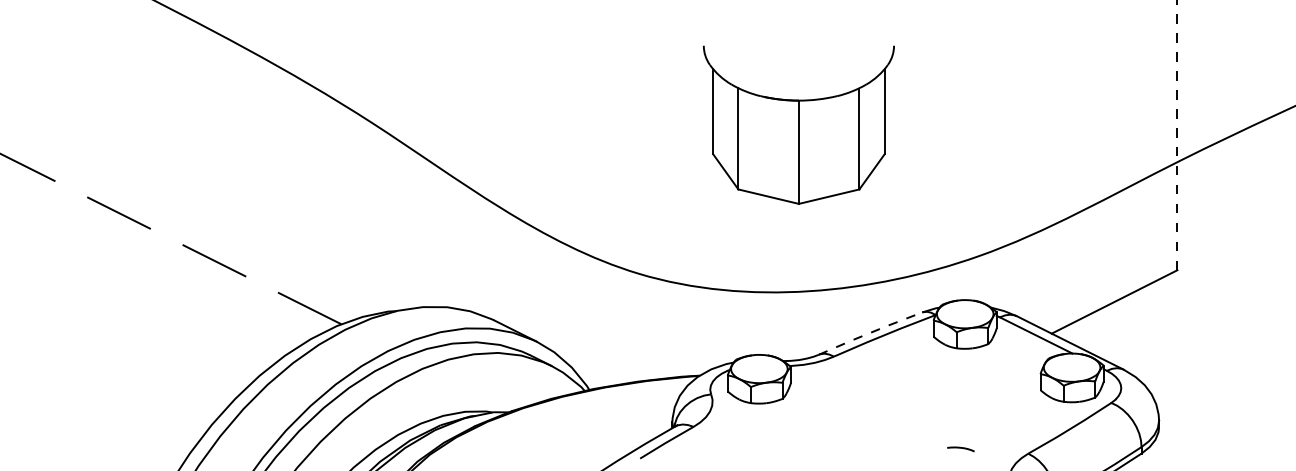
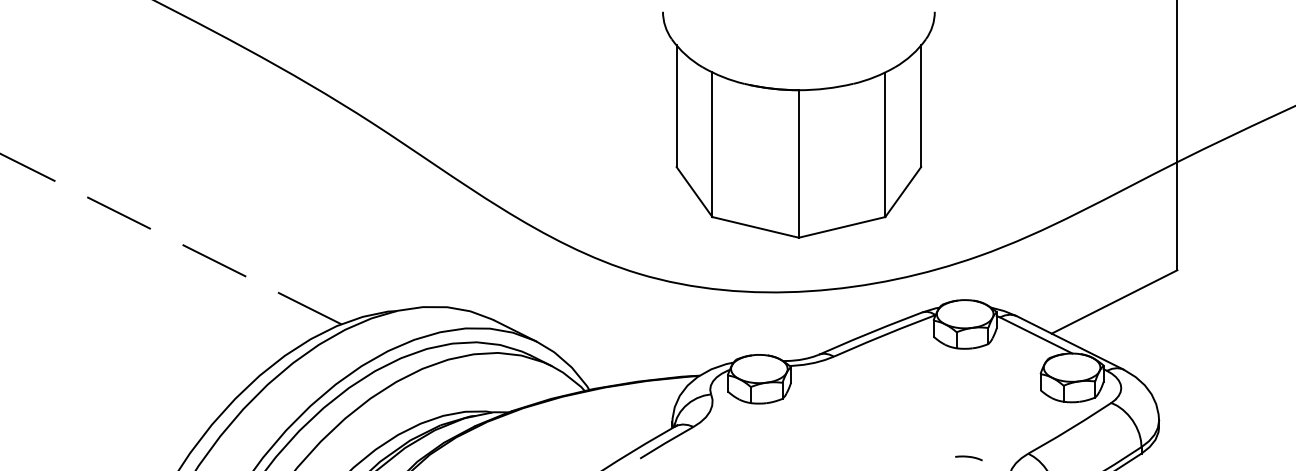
part at (798, 124) size: 193x160 px -> 274x228 px
line at (1177, 135): dashed -> solid
line at (870, 332): dashed -> solid
curve at (960, 448) position: (960, 448) -> (968, 457)
